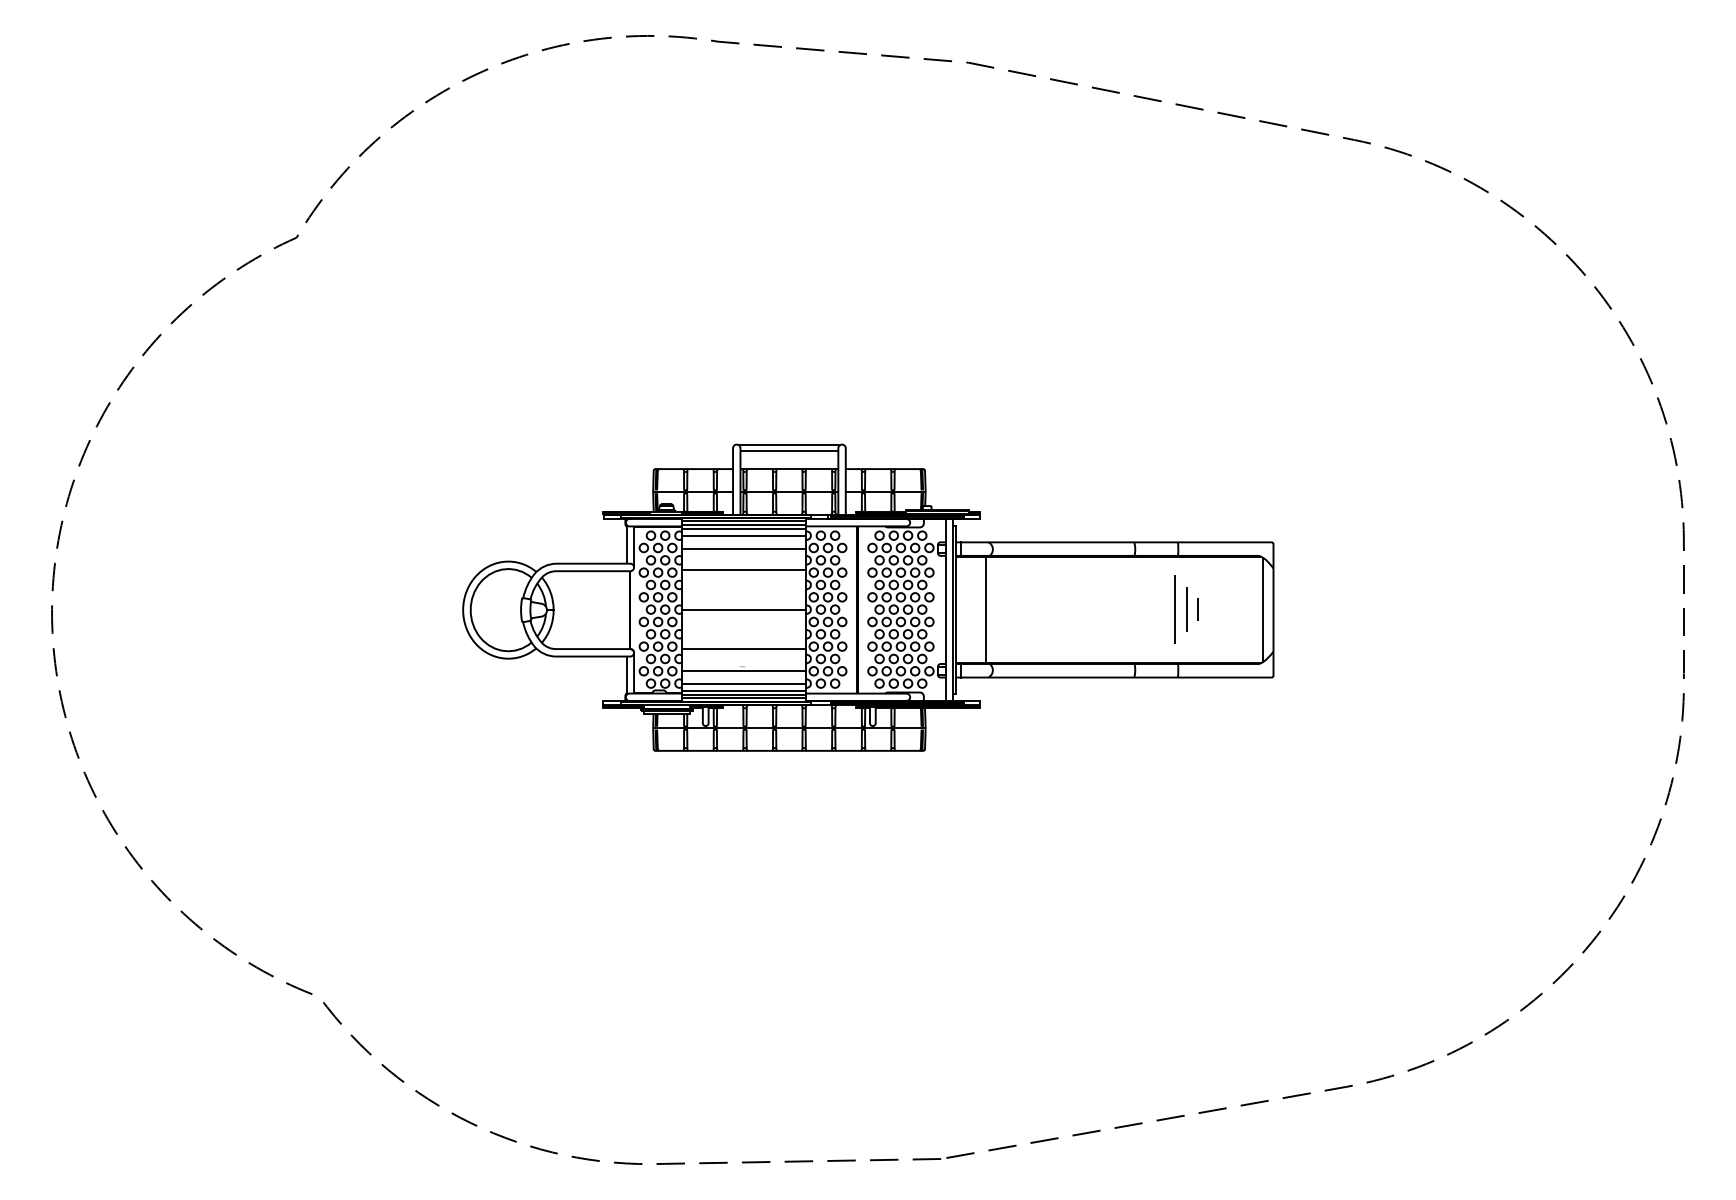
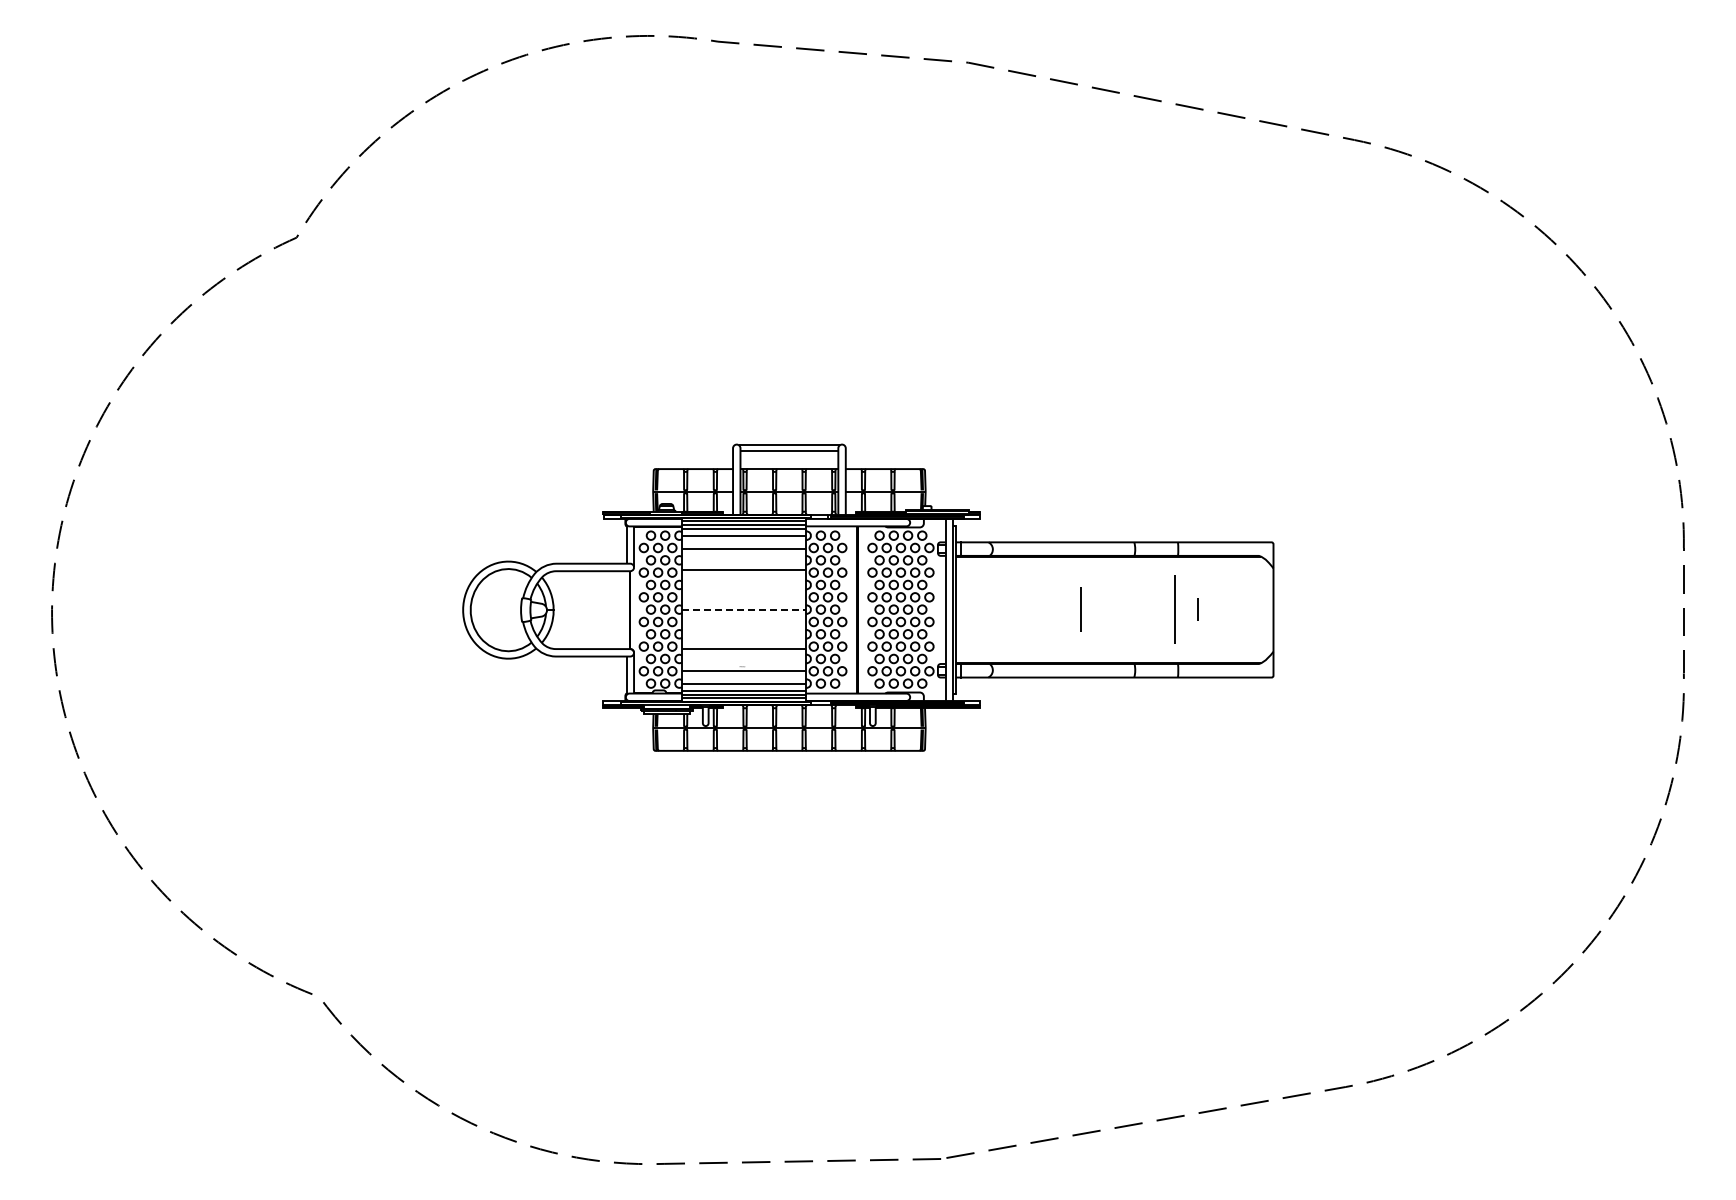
line at (985, 609): present -> none
line at (1186, 609) position: (1186, 609) -> (1080, 609)
line at (1263, 609): present -> none
line at (744, 610): solid -> dashed
